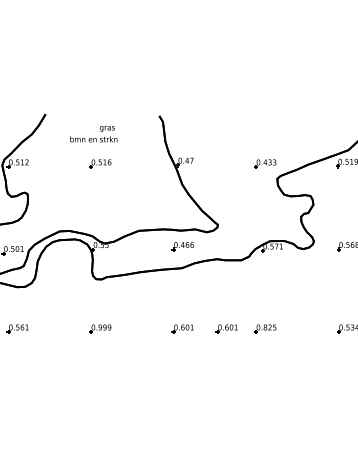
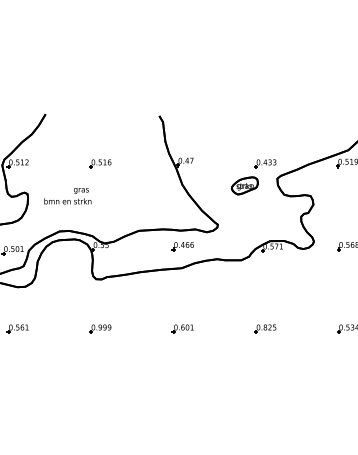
text at (93, 134) position: (93, 134) -> (67, 196)
part at (244, 185): none -> present
part at (226, 328): present -> none
